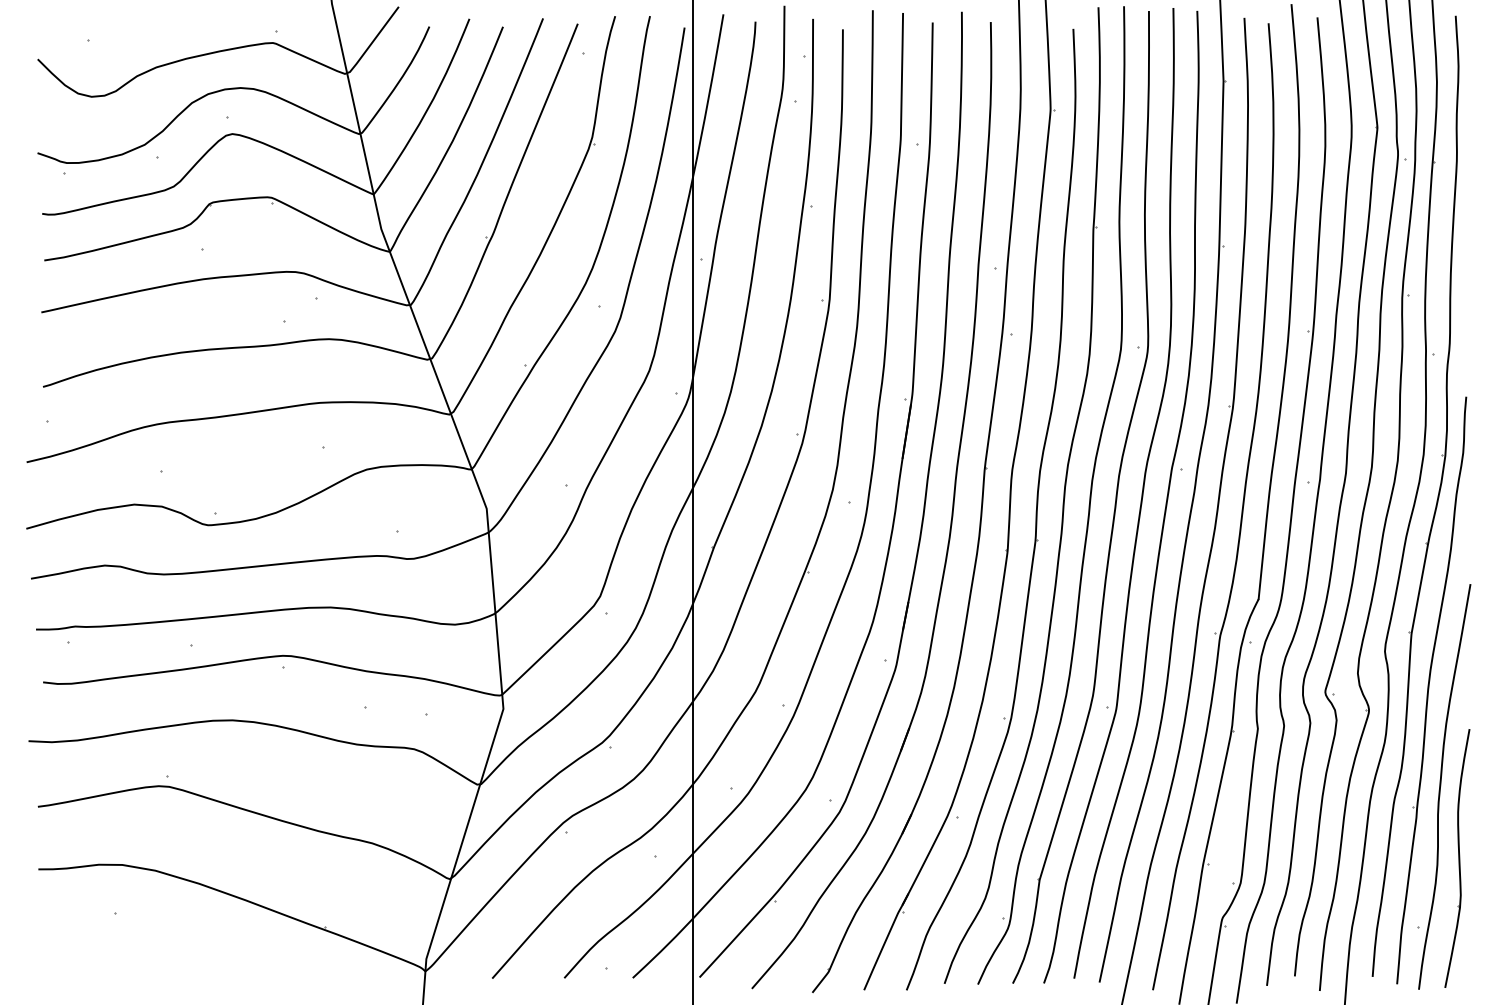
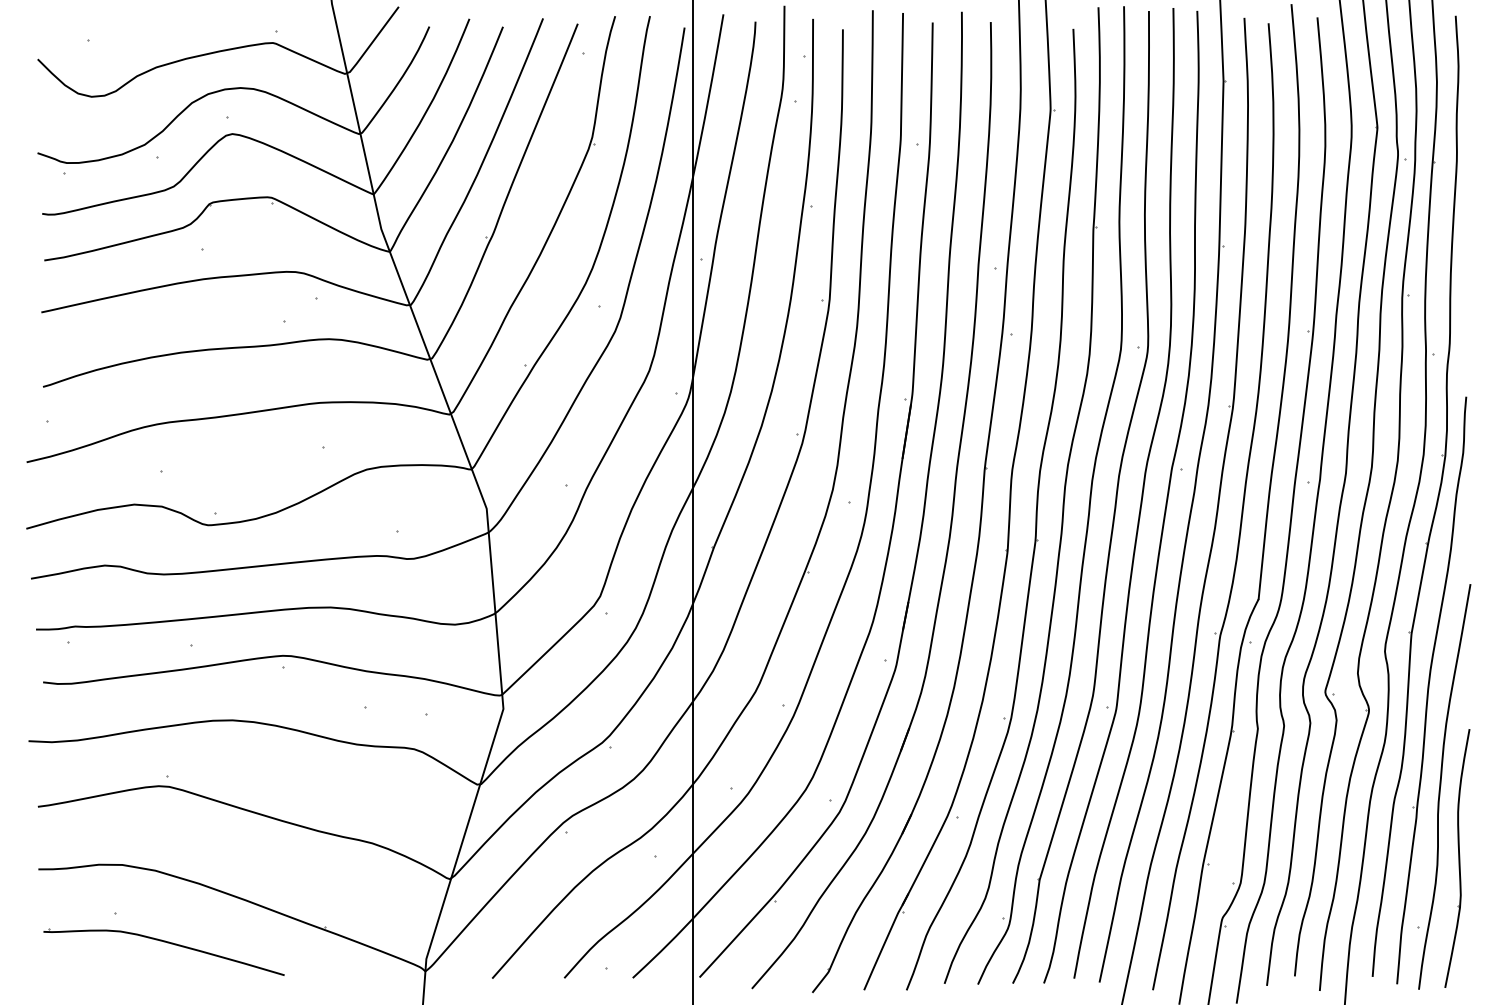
part at (167, 943): none -> present
